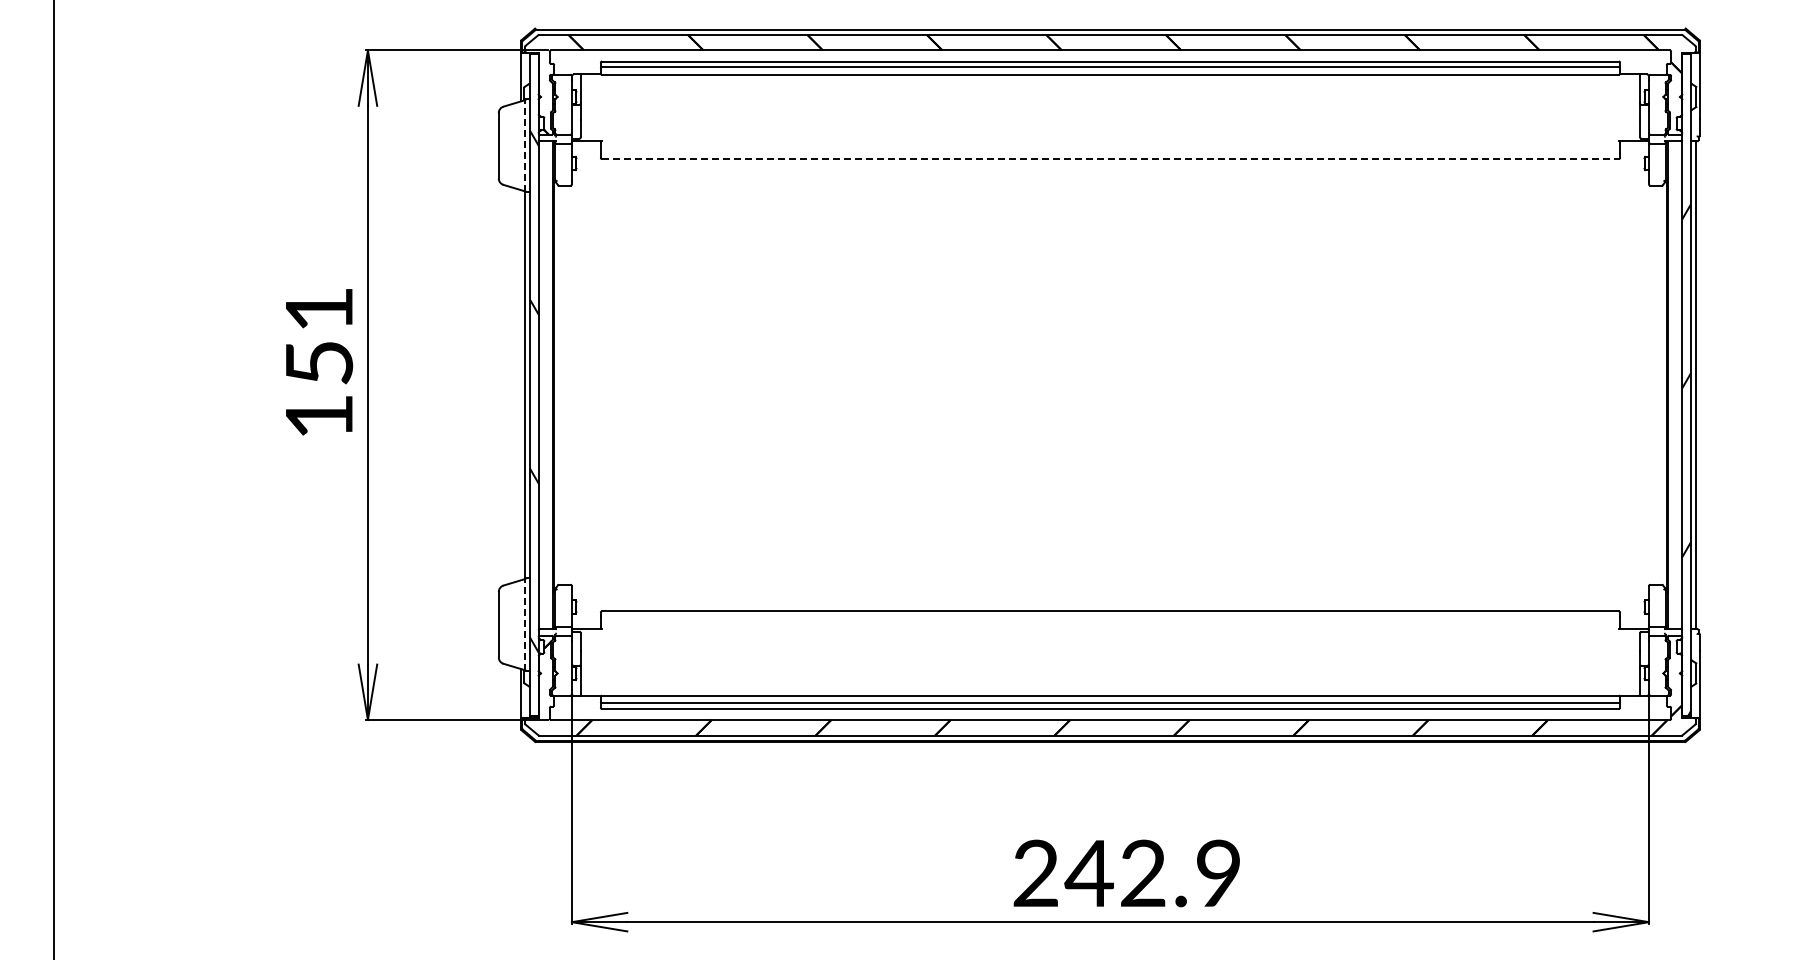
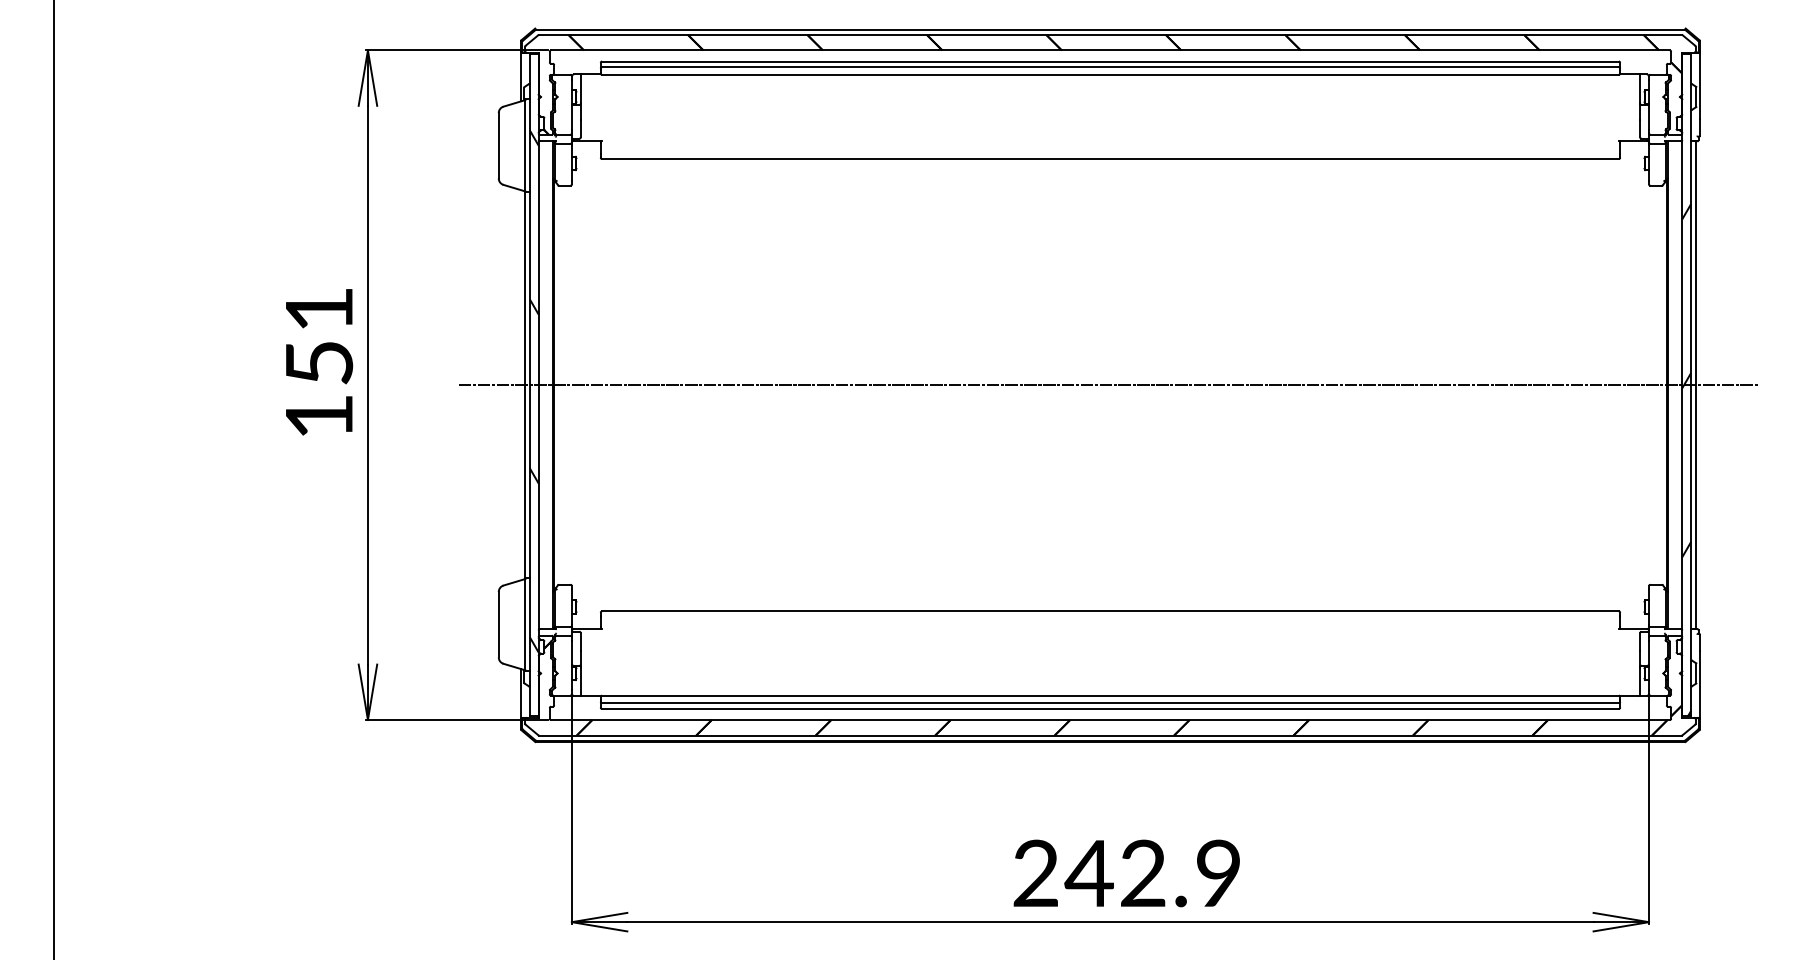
line at (525, 145): dashed -> solid
line at (1110, 159): dashed -> solid
line at (1107, 385): none -> present
line at (525, 624): dashed -> solid
